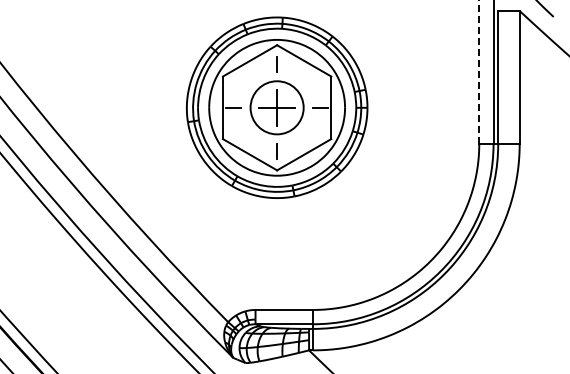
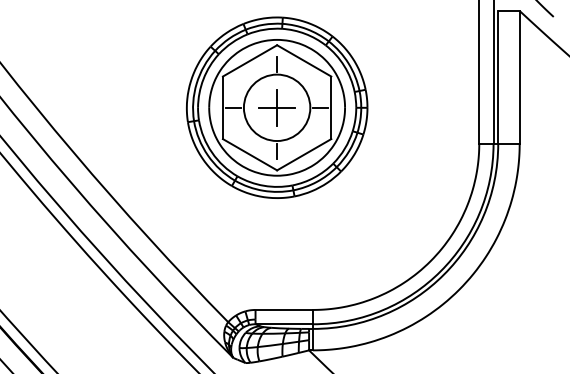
line at (479, 71): dashed -> solid
circle at (276, 107) diameter: 53 px -> 66 px
